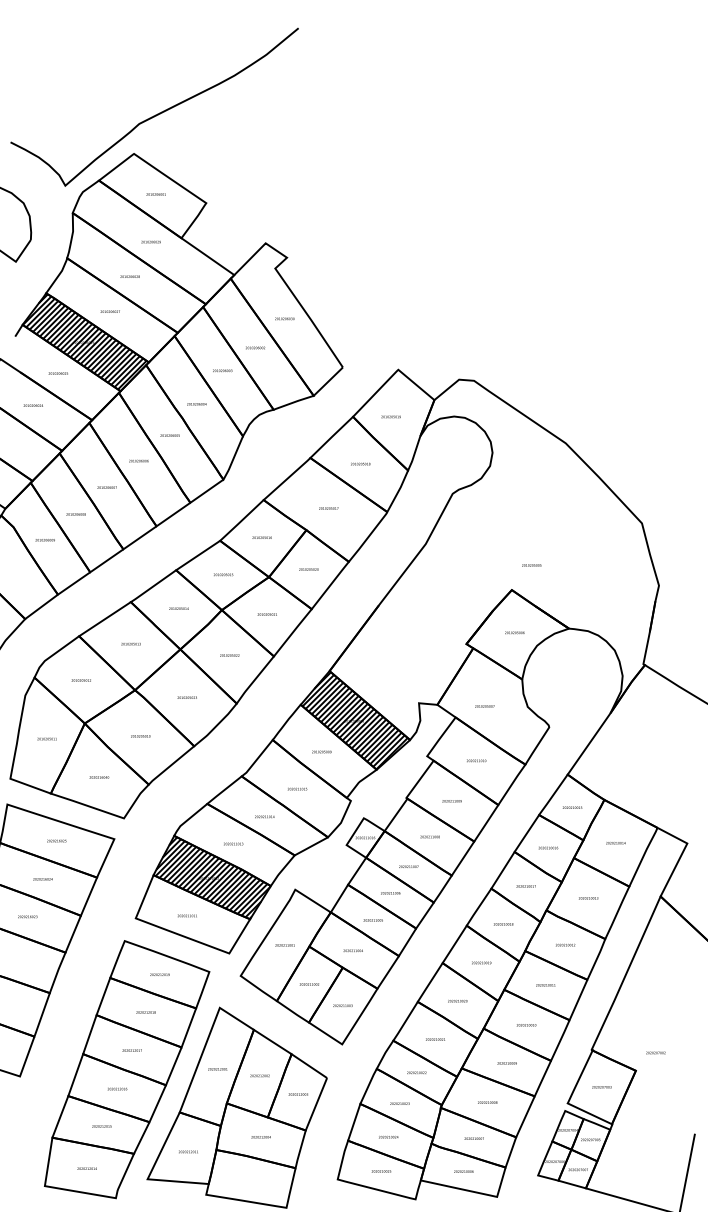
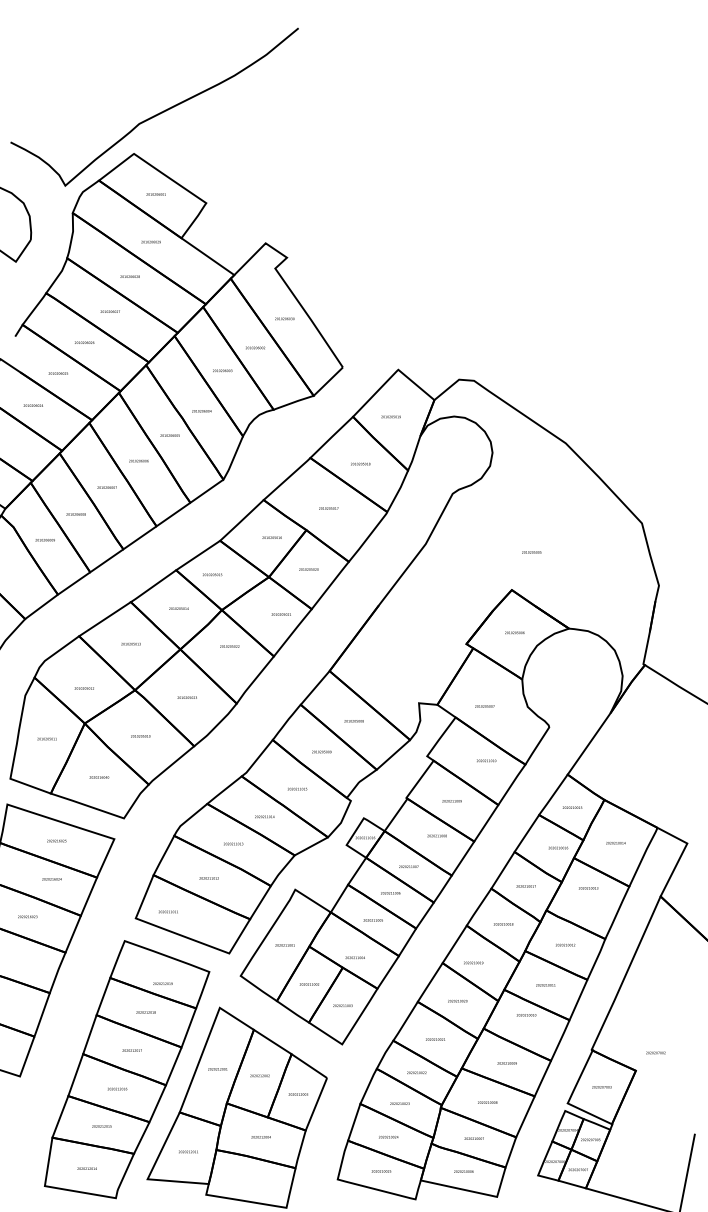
hatch at (84, 341): present -> none
text at (196, 404) position: (196, 404) -> (201, 411)
text at (261, 537) position: (261, 537) -> (271, 537)
text at (531, 565) position: (531, 565) -> (531, 552)
text at (223, 574) position: (223, 574) -> (212, 574)
text at (266, 614) position: (266, 614) -> (280, 614)
text at (229, 655) position: (229, 655) -> (229, 646)
text at (80, 680) position: (80, 680) -> (83, 688)
hatch at (354, 720): present -> none
text at (476, 760) position: (476, 760) -> (486, 760)
text at (429, 836) position: (429, 836) -> (436, 835)
text at (548, 847) position: (548, 847) -> (558, 847)
hatch at (212, 878): present -> none
text at (42, 879) position: (42, 879) -> (51, 879)
text at (588, 898) position: (588, 898) -> (588, 888)
text at (187, 915) position: (187, 915) -> (168, 911)
text at (352, 950) position: (352, 950) -> (354, 957)
text at (481, 962) position: (481, 962) -> (473, 962)
text at (159, 974) position: (159, 974) -> (162, 983)
text at (526, 1025) position: (526, 1025) -> (526, 1015)
